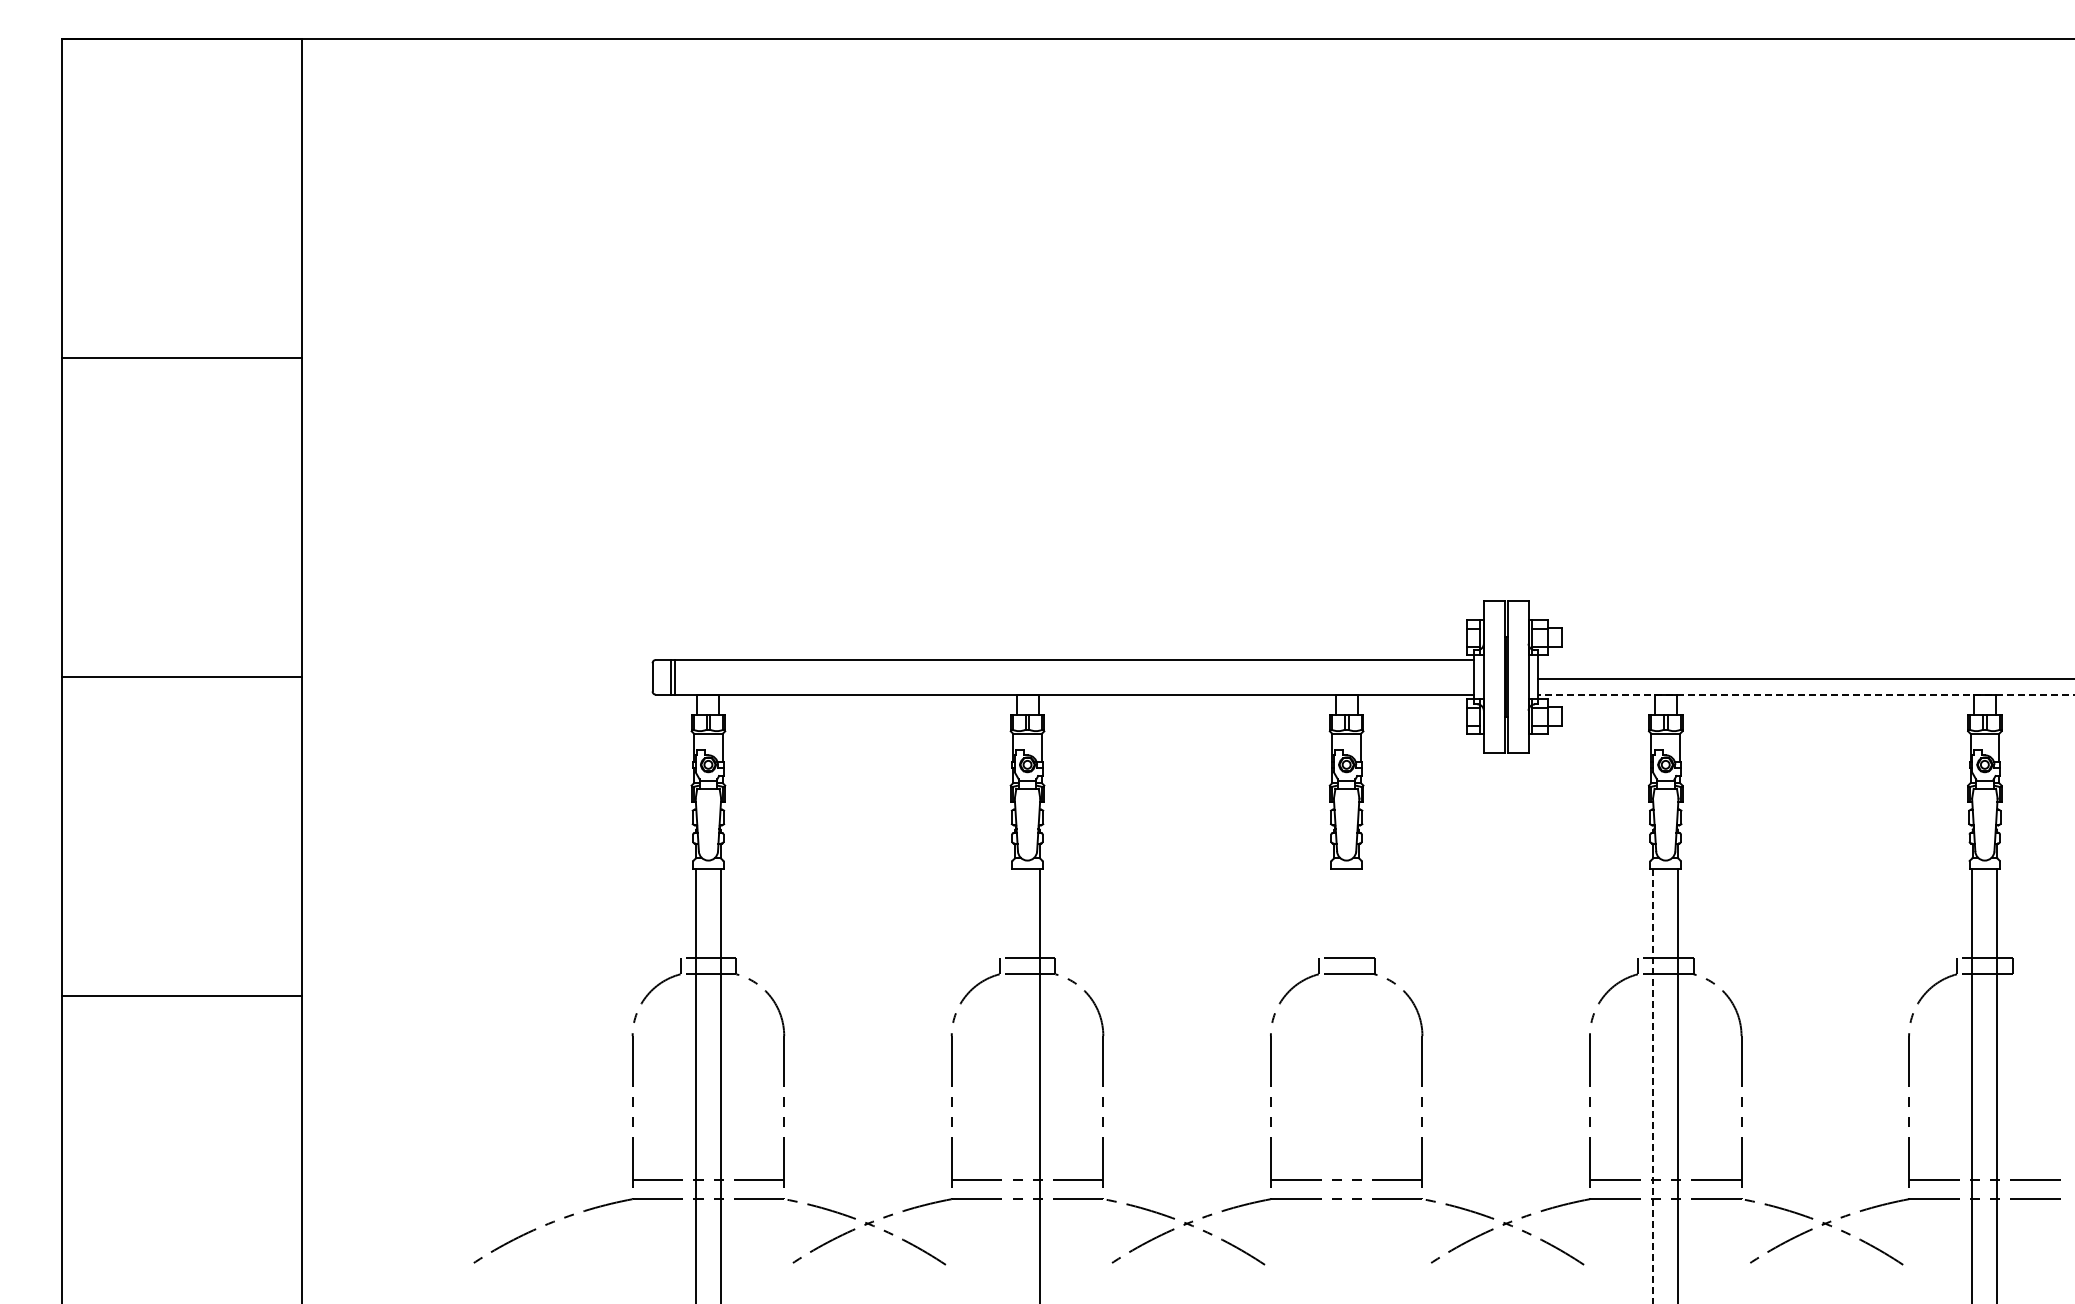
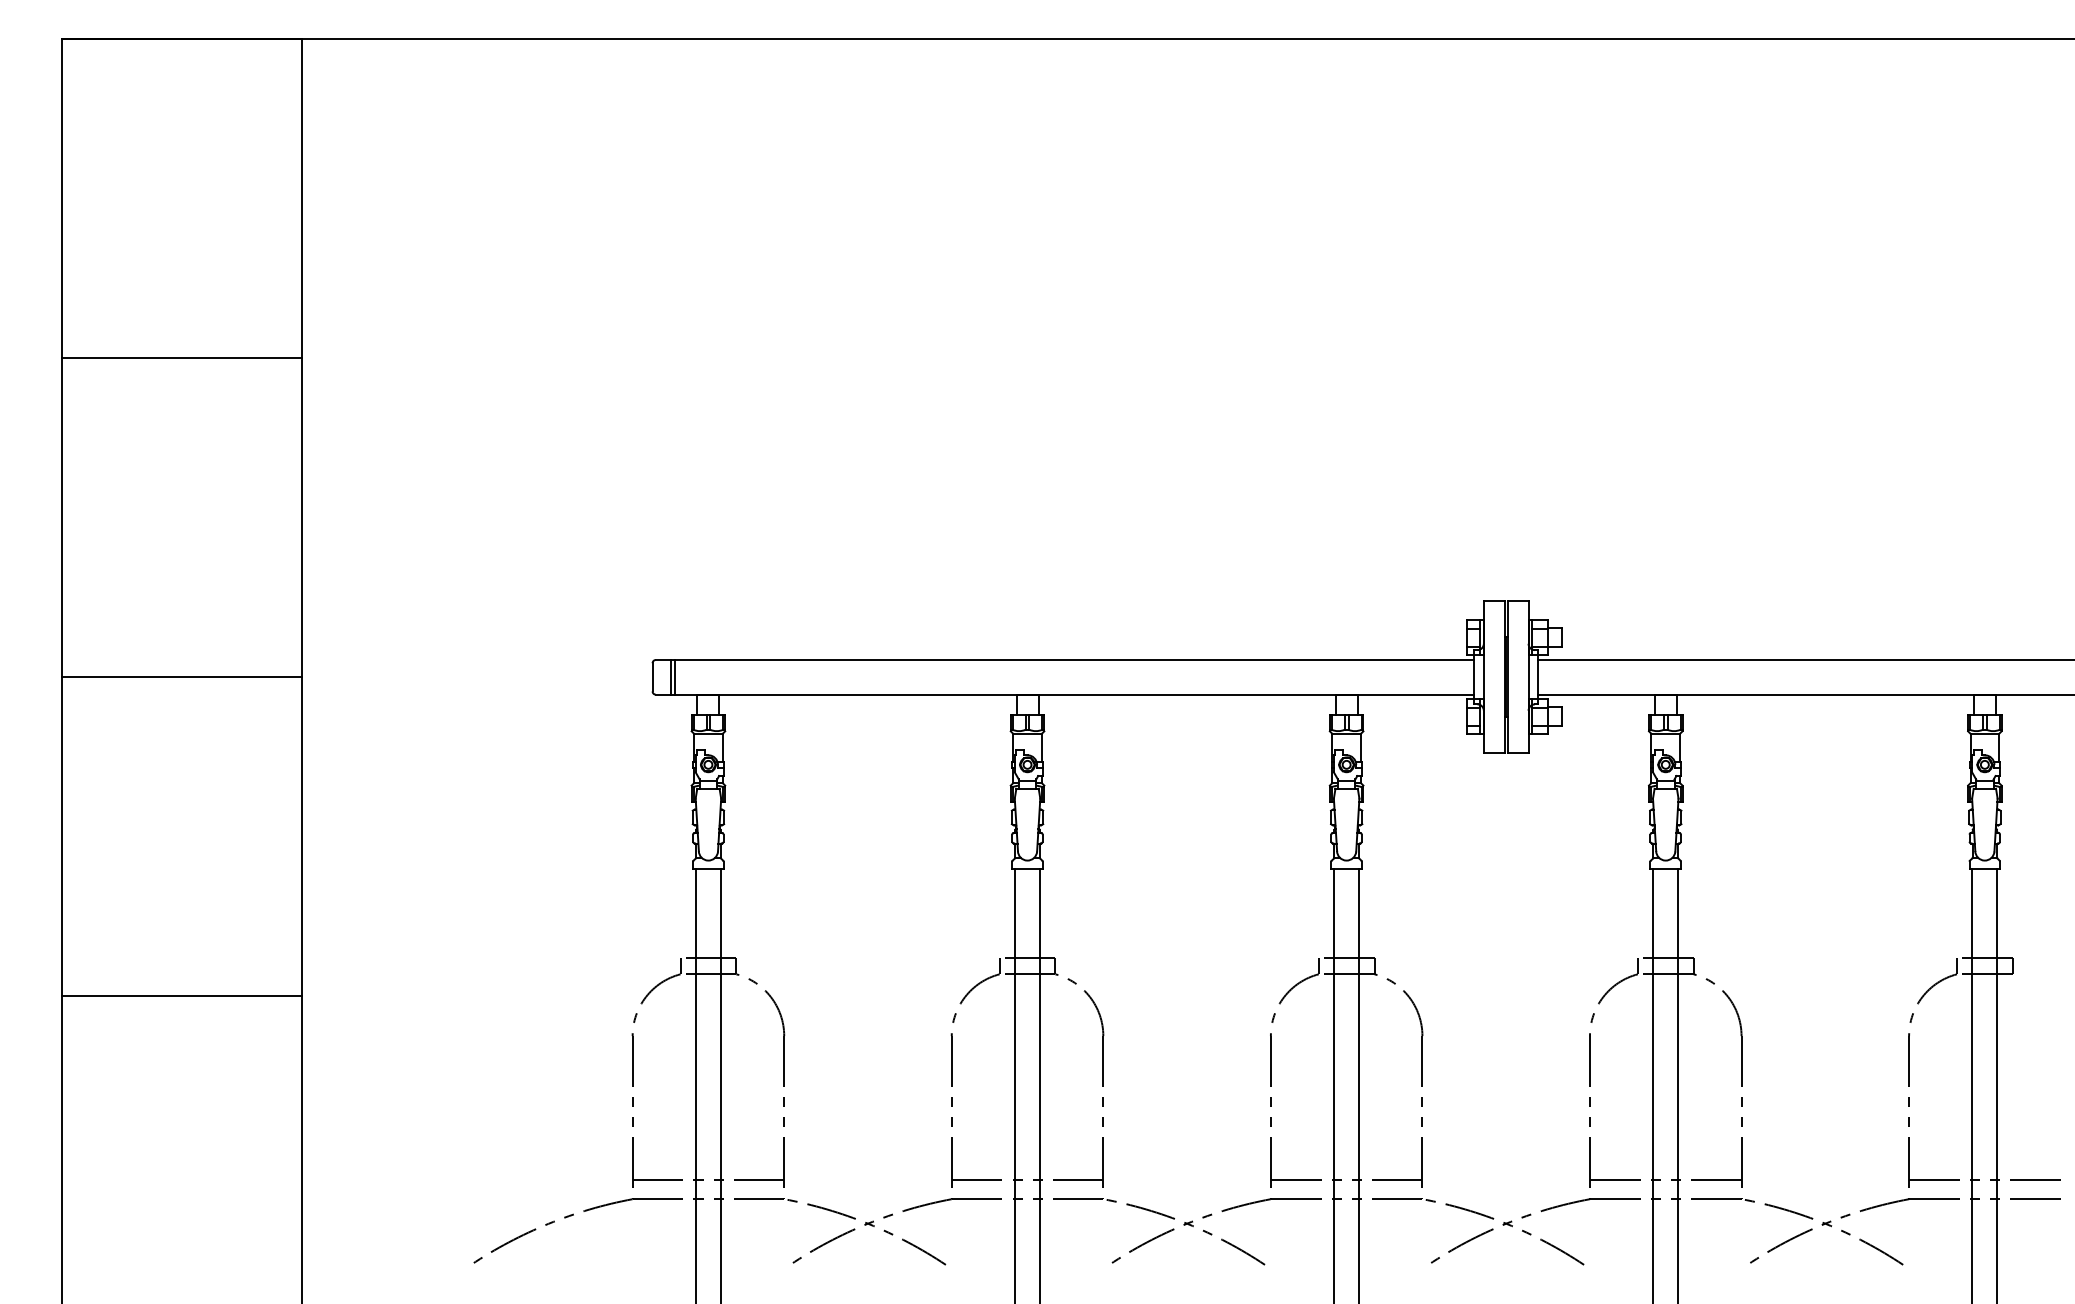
line at (1804, 679) position: (1804, 679) -> (1804, 660)
line at (1806, 694): dashed -> solid
line at (1015, 1084): none -> present
line at (1334, 1084): none -> present
line at (1358, 1084): none -> present
line at (1653, 1086): dashed -> solid
